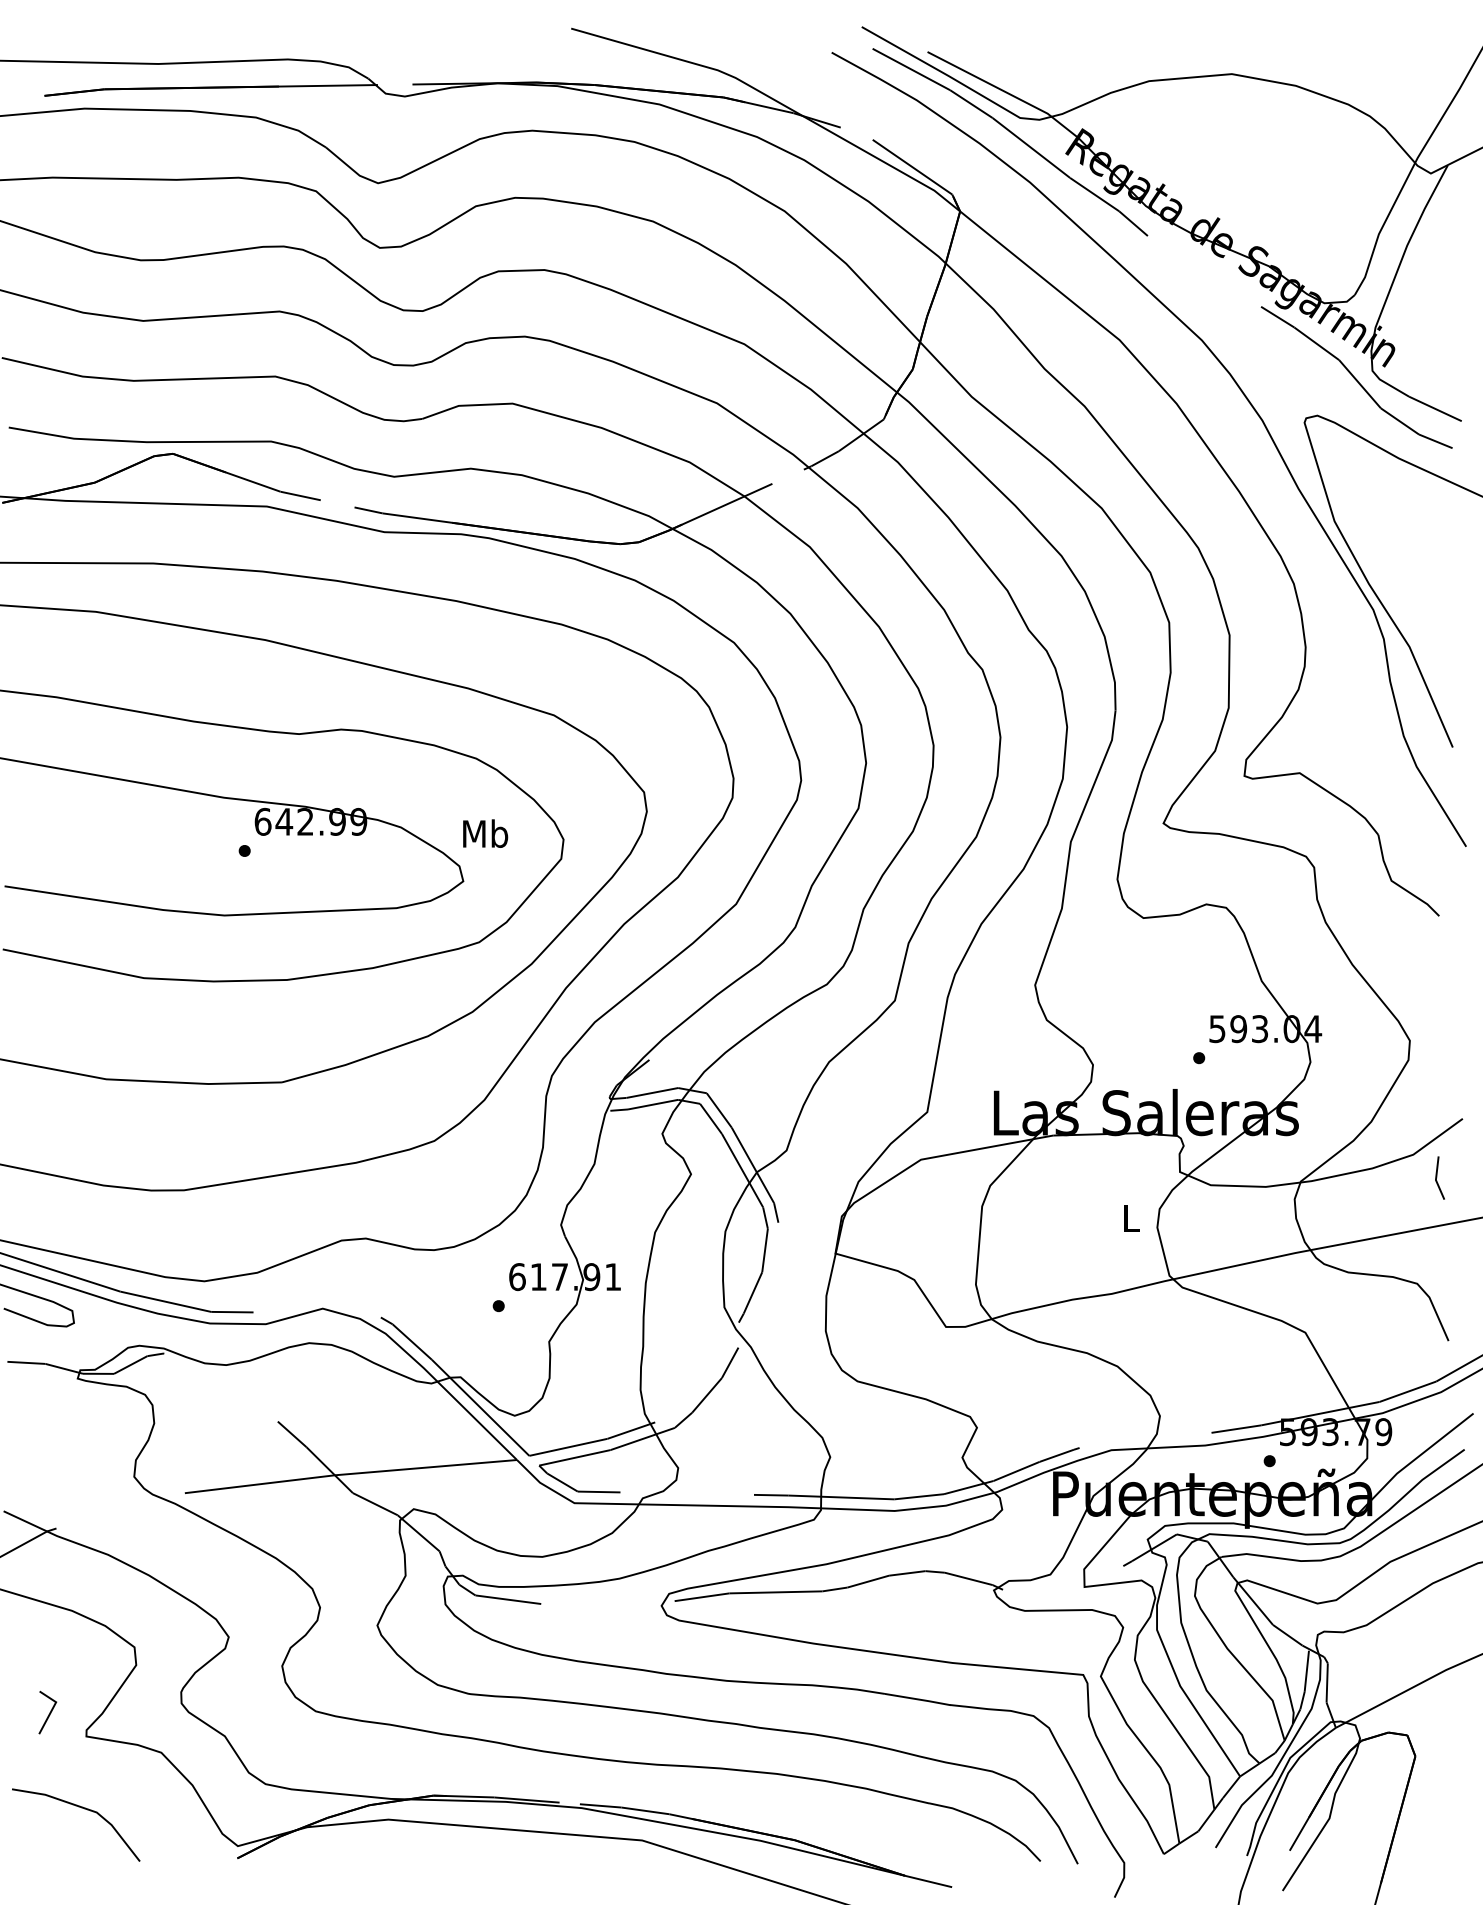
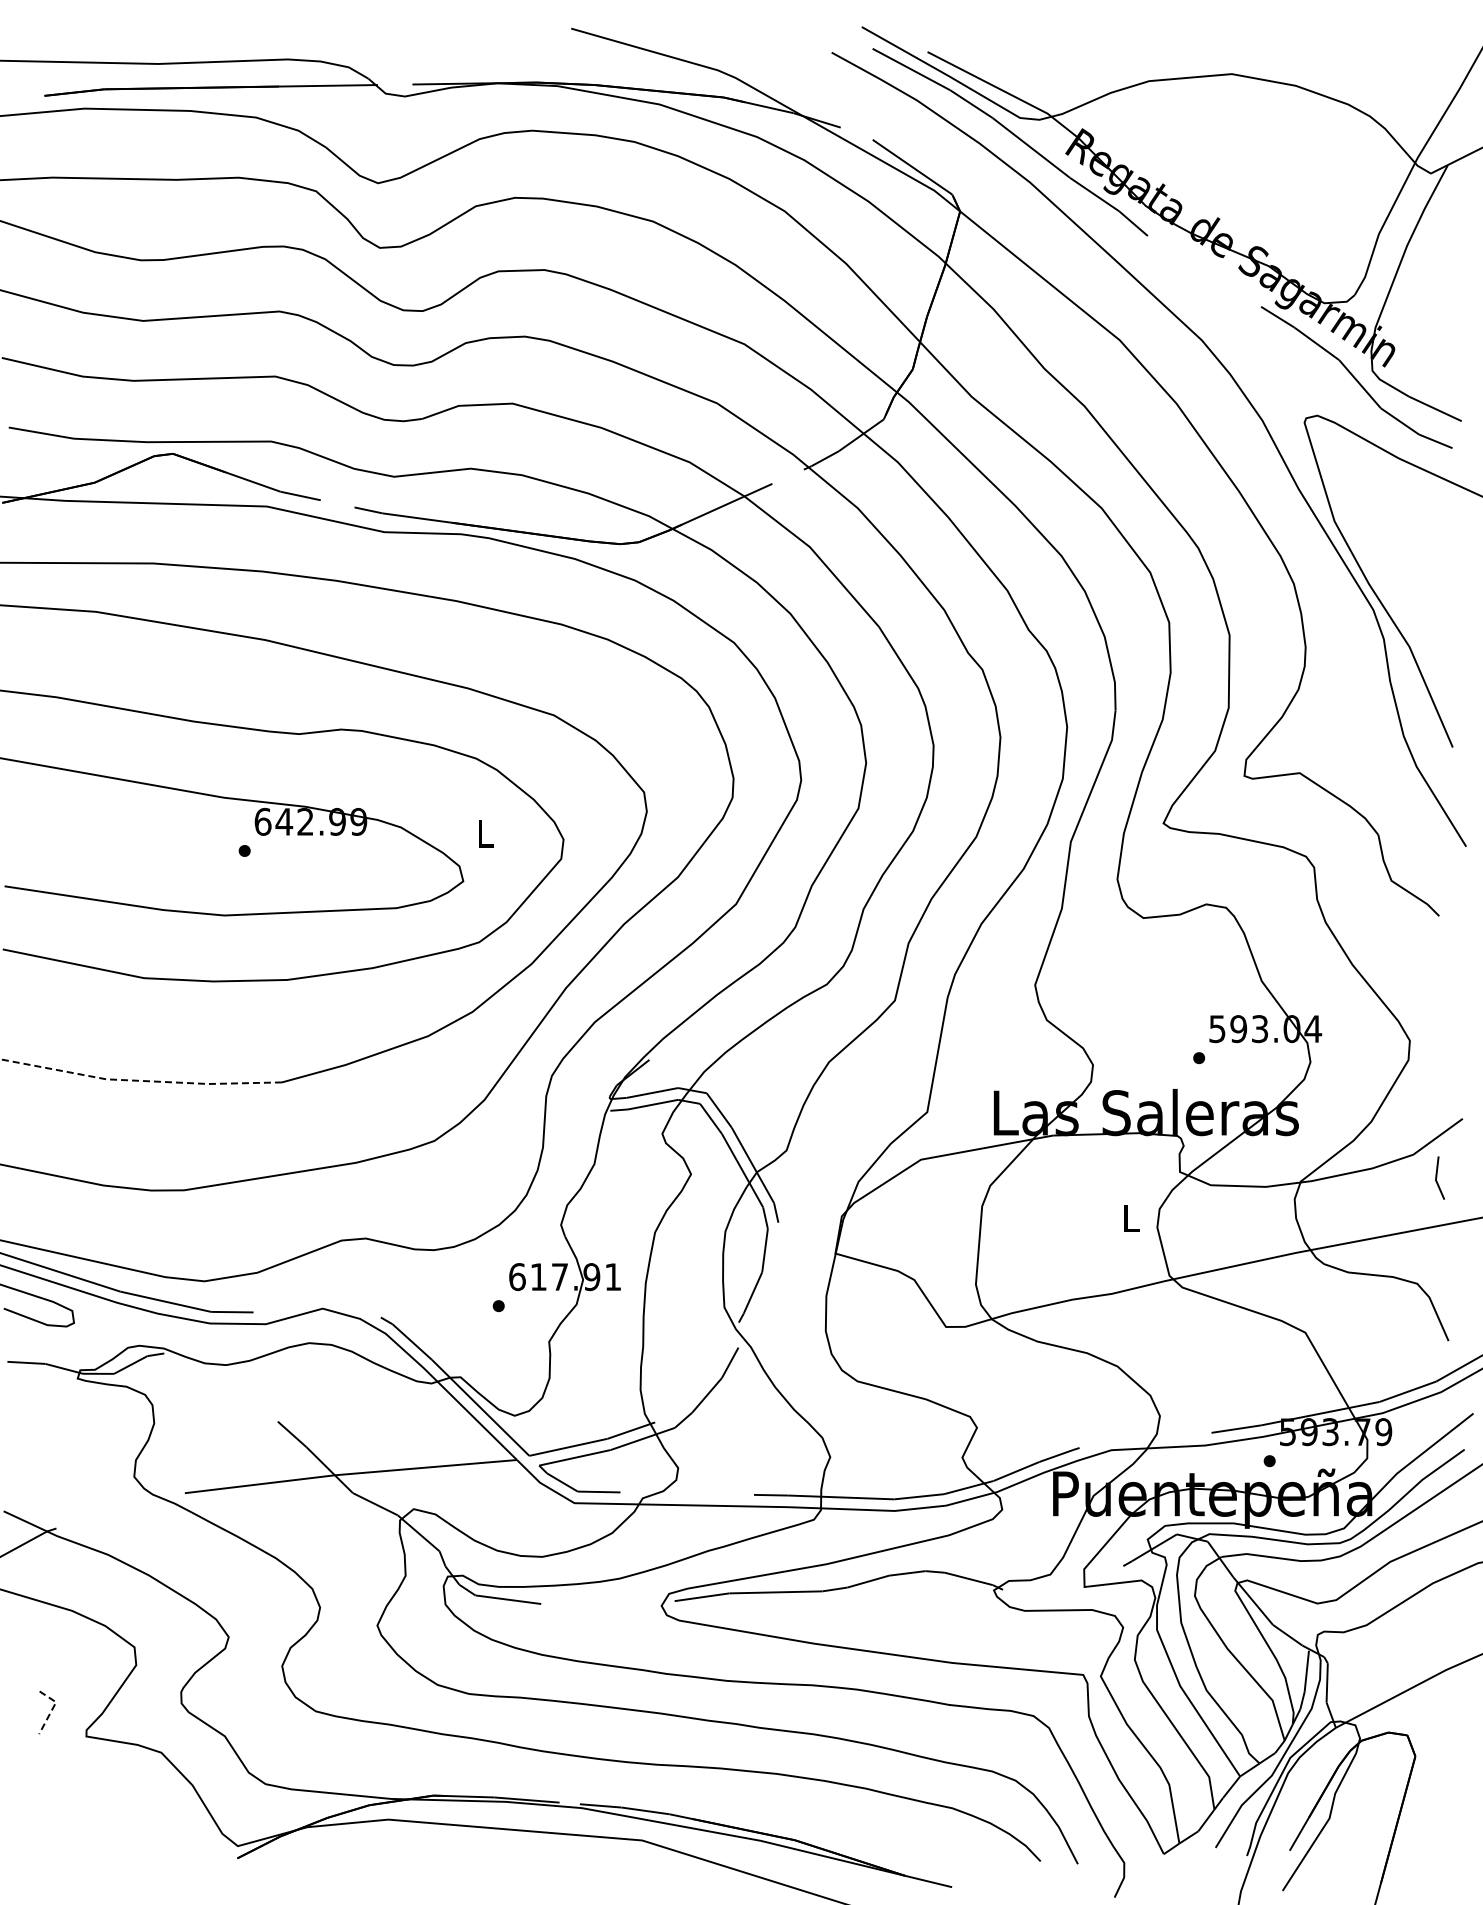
text at (485, 833): Mb -> L
line at (140, 1080): solid -> dashed
line at (52, 1709): solid -> dashed
line at (81, 1808): present -> none
